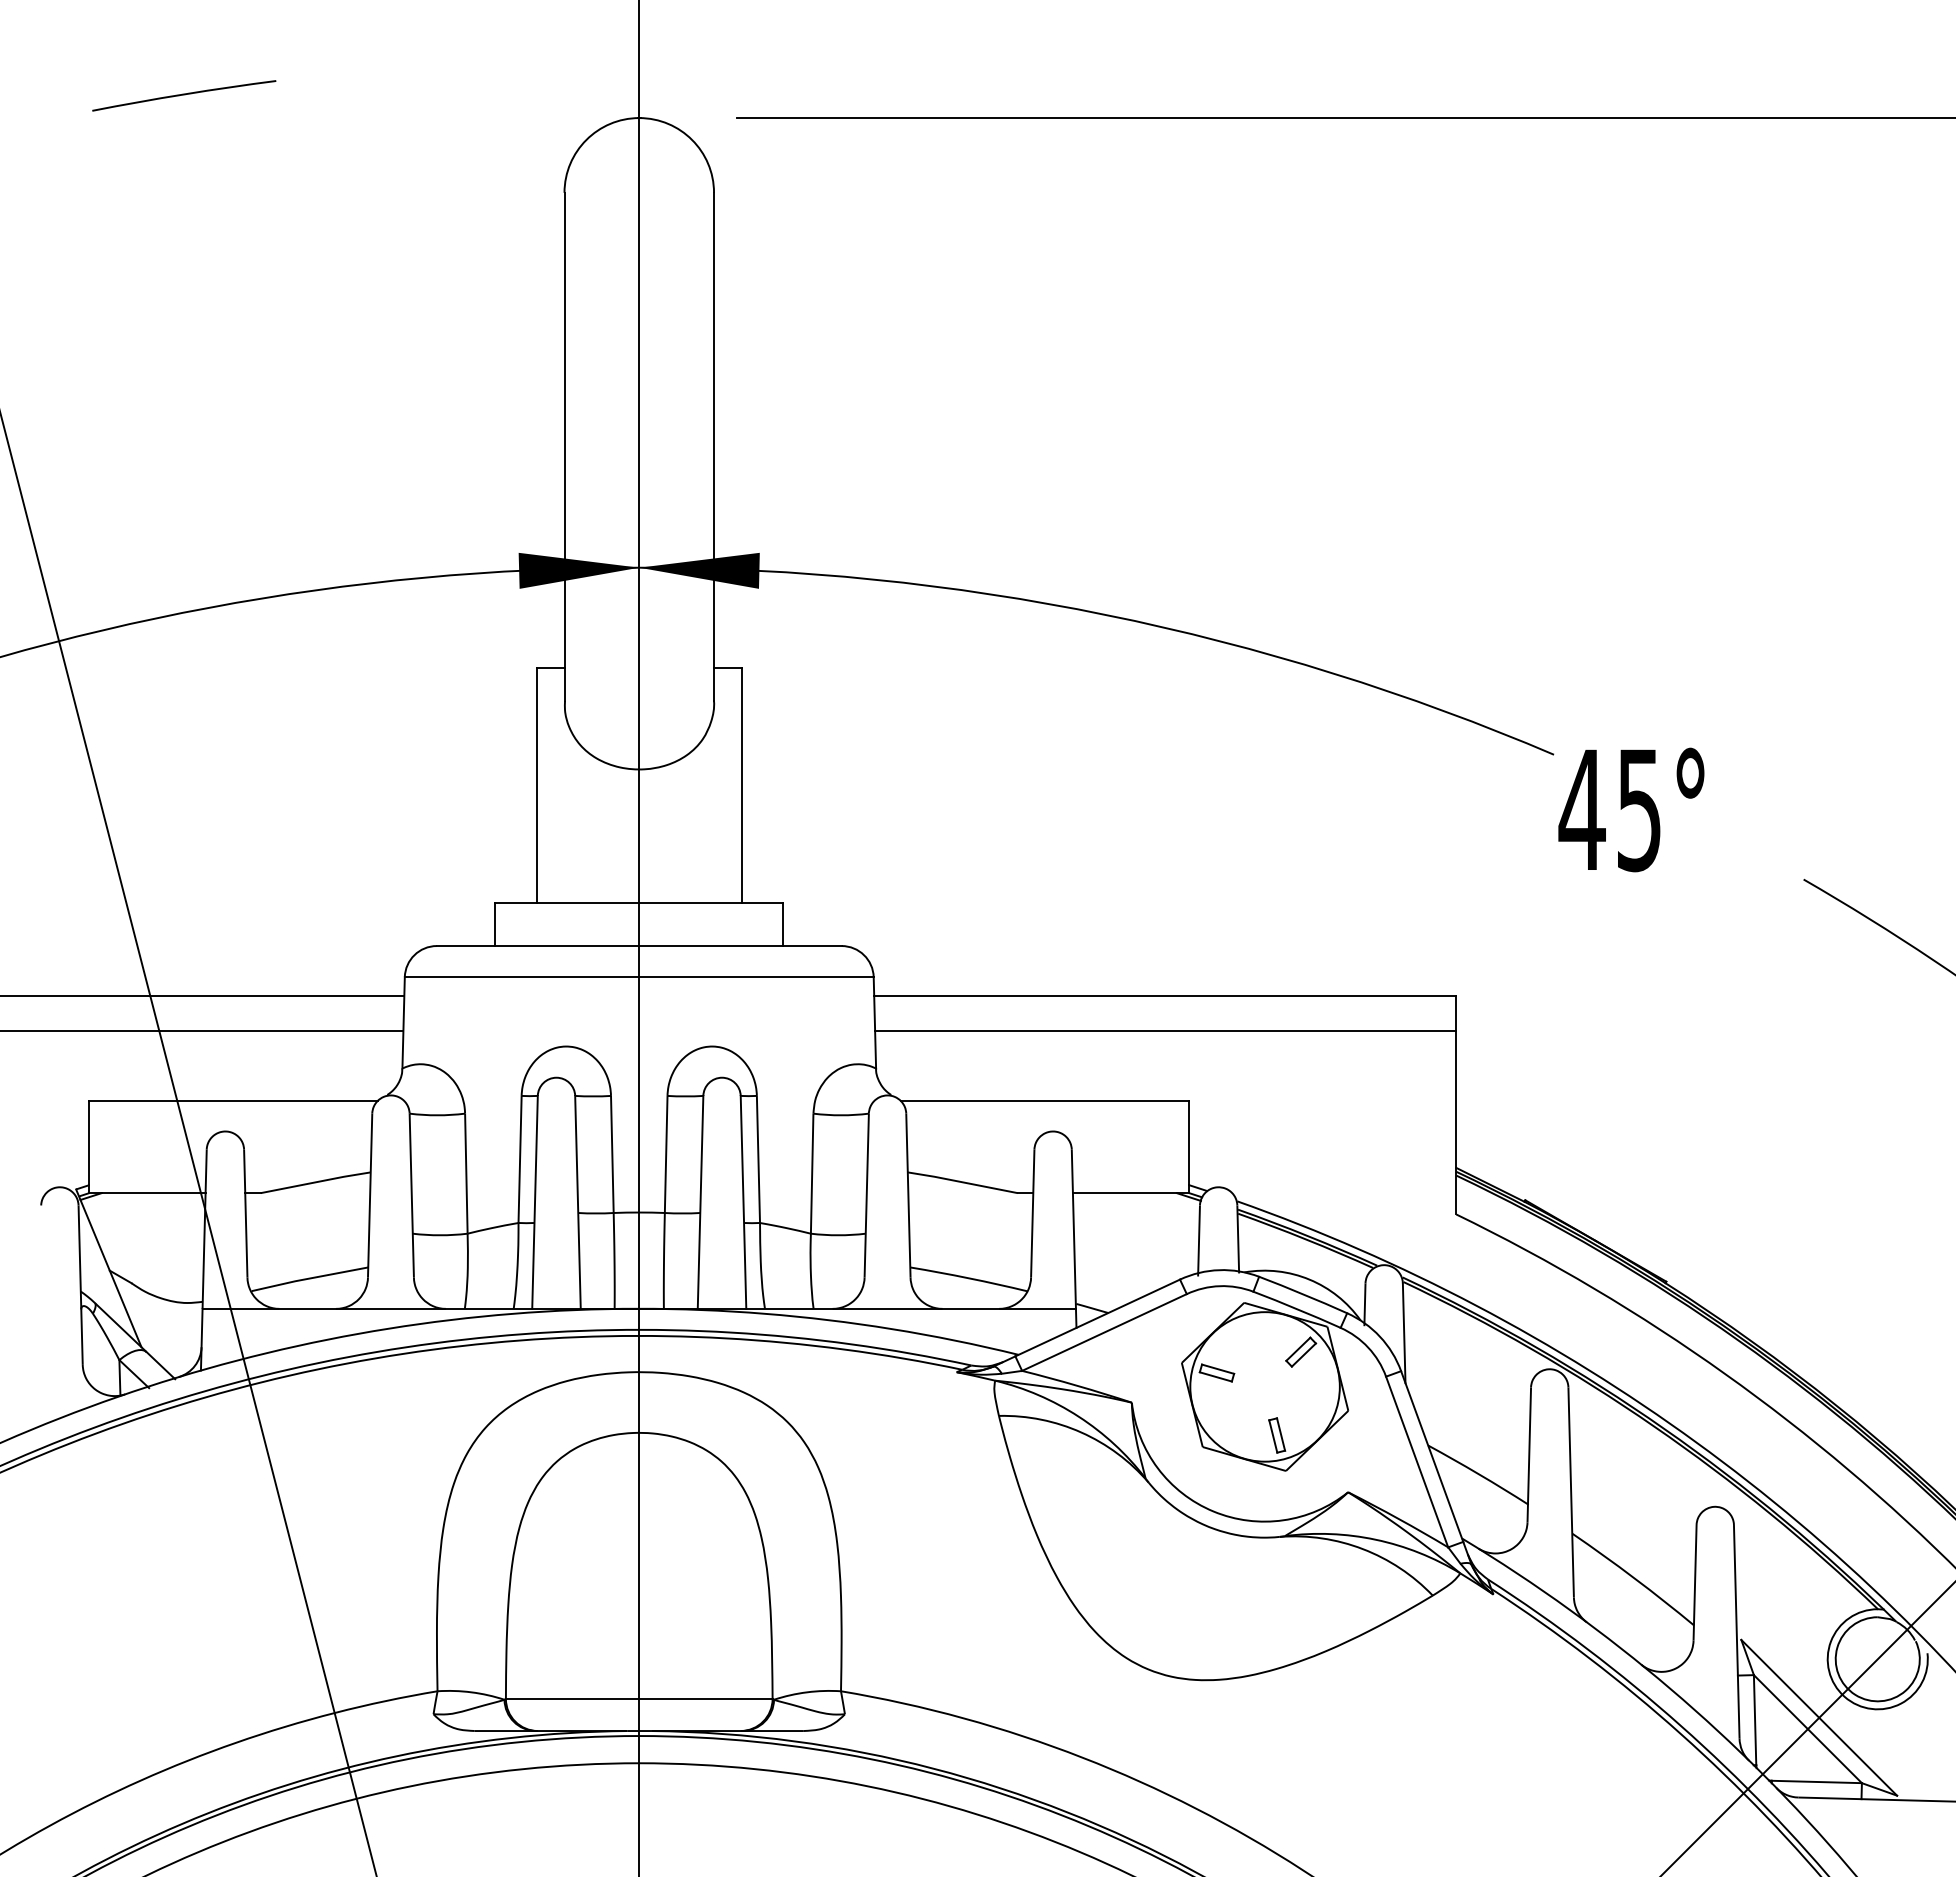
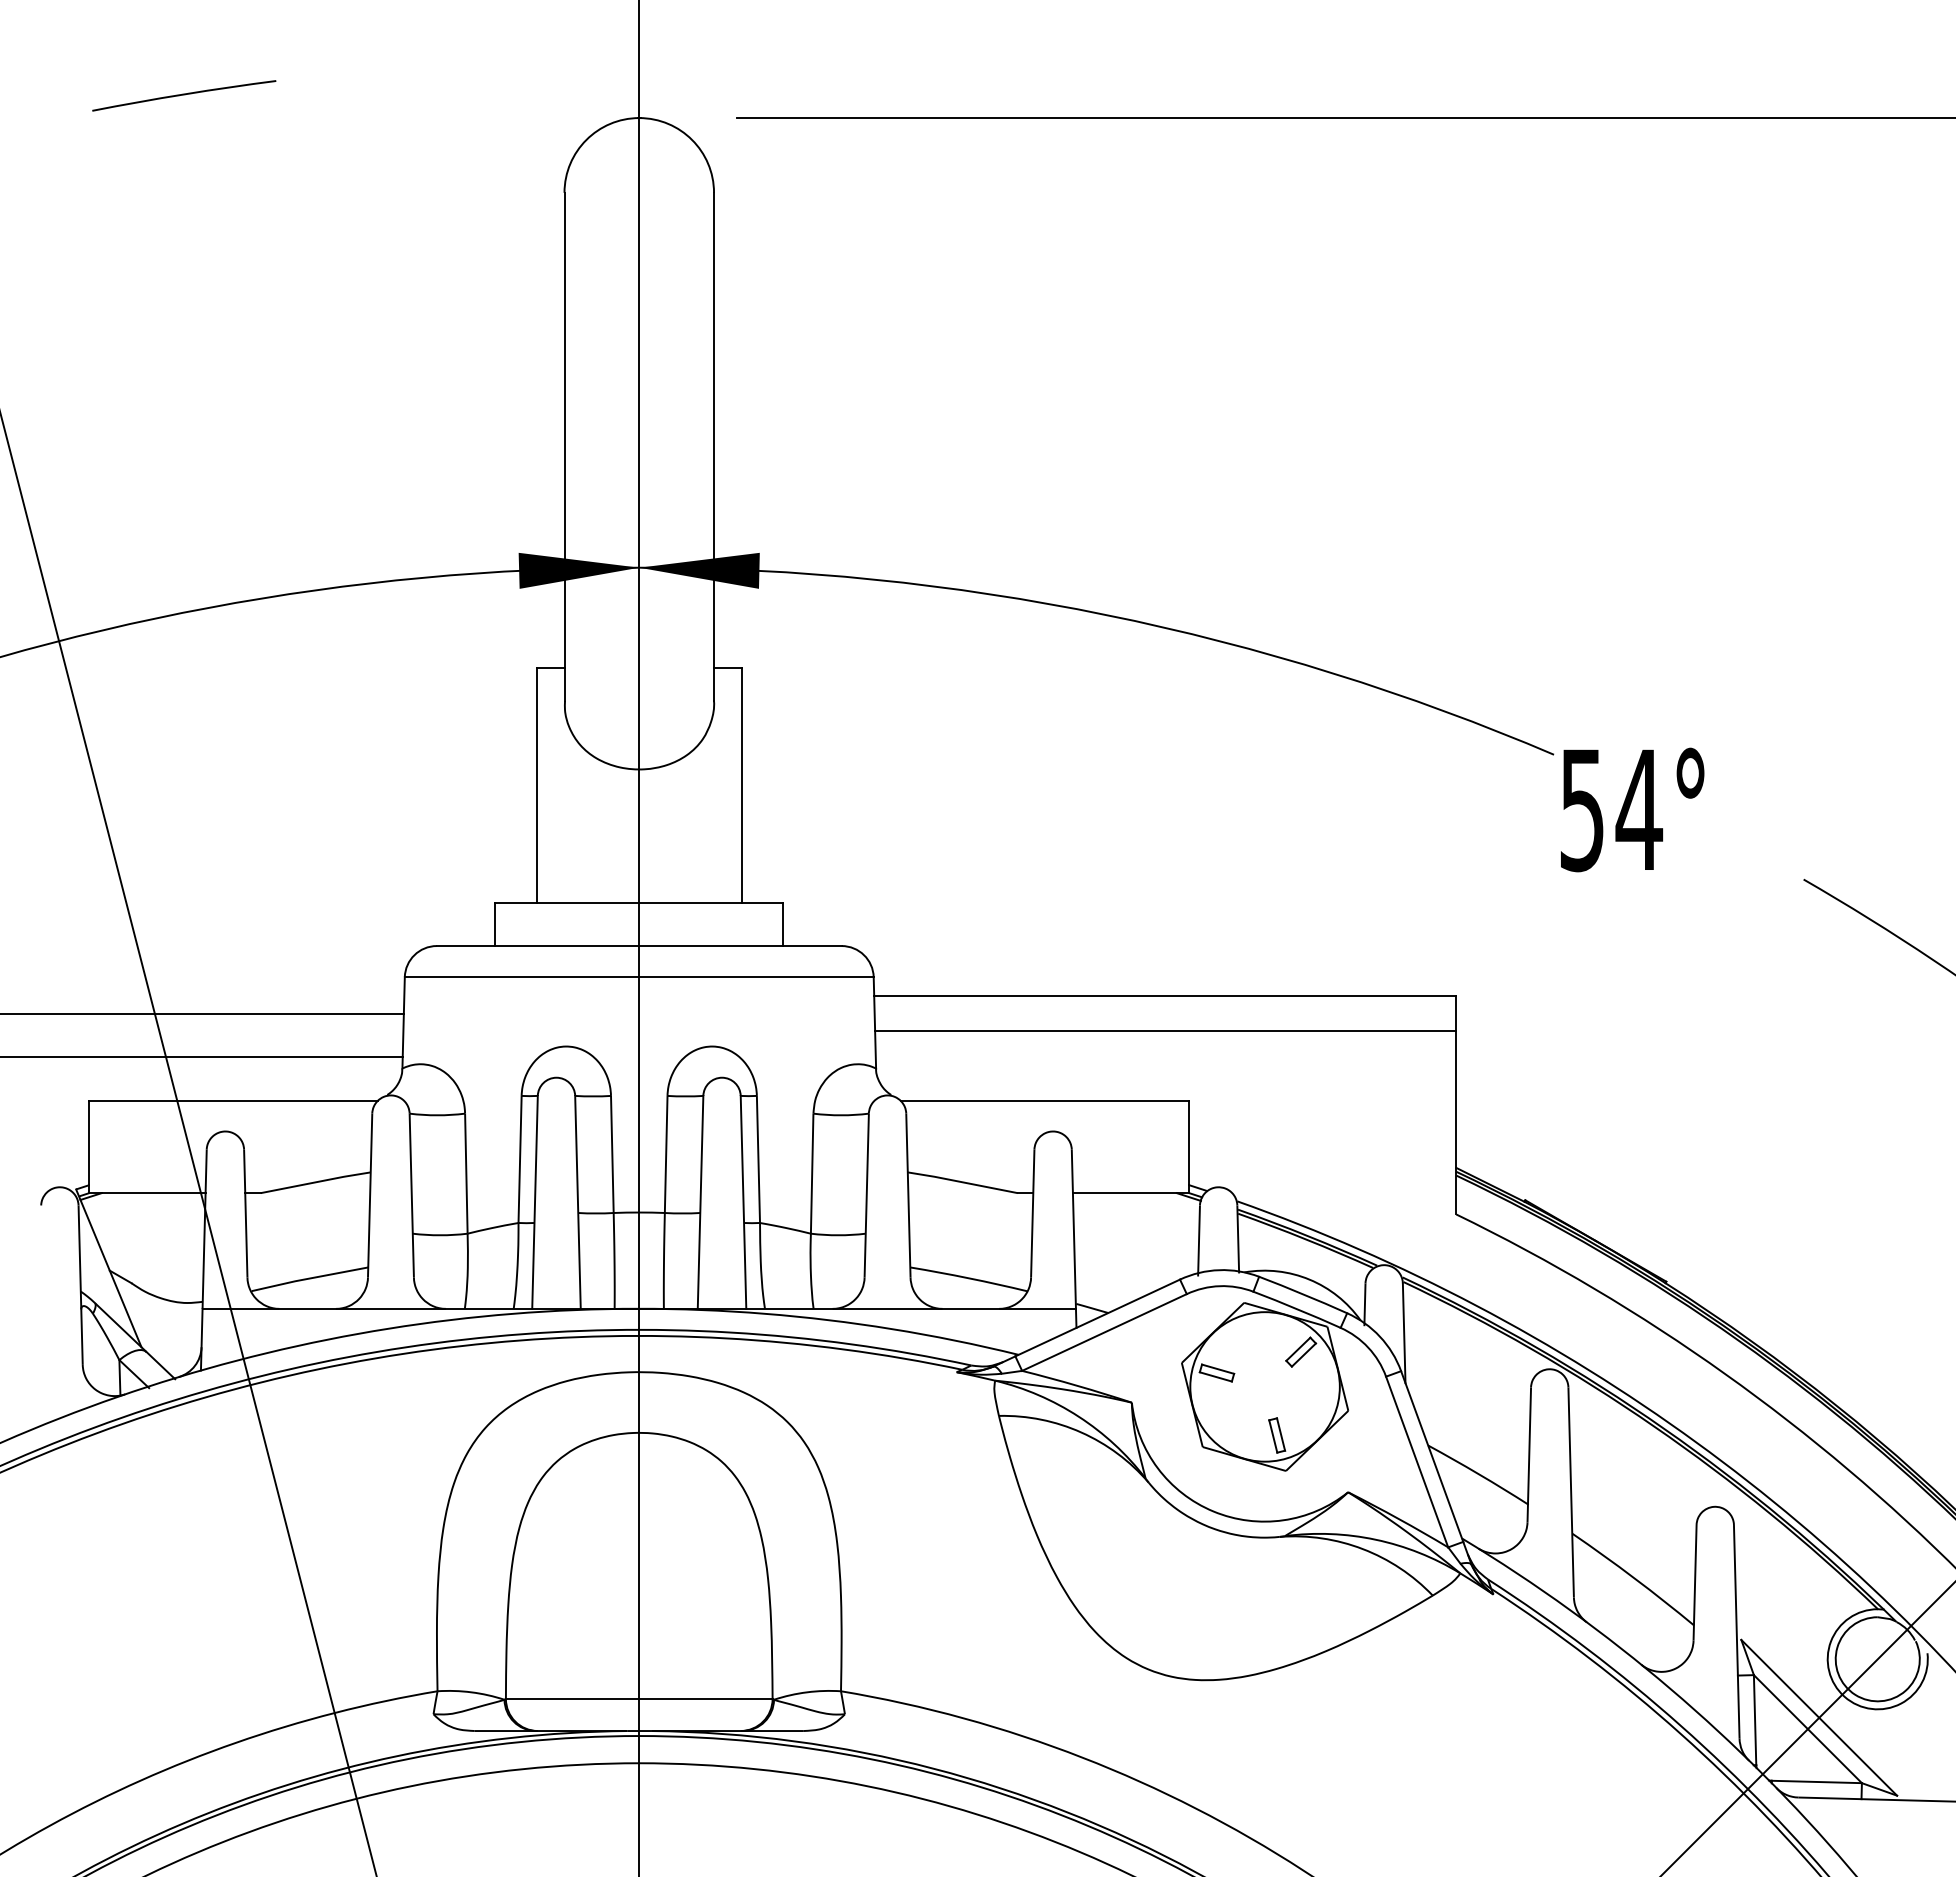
text at (1610, 810): 45° -> 54°
line at (203, 995) position: (203, 995) -> (203, 1013)
line at (202, 1030) position: (202, 1030) -> (202, 1056)
